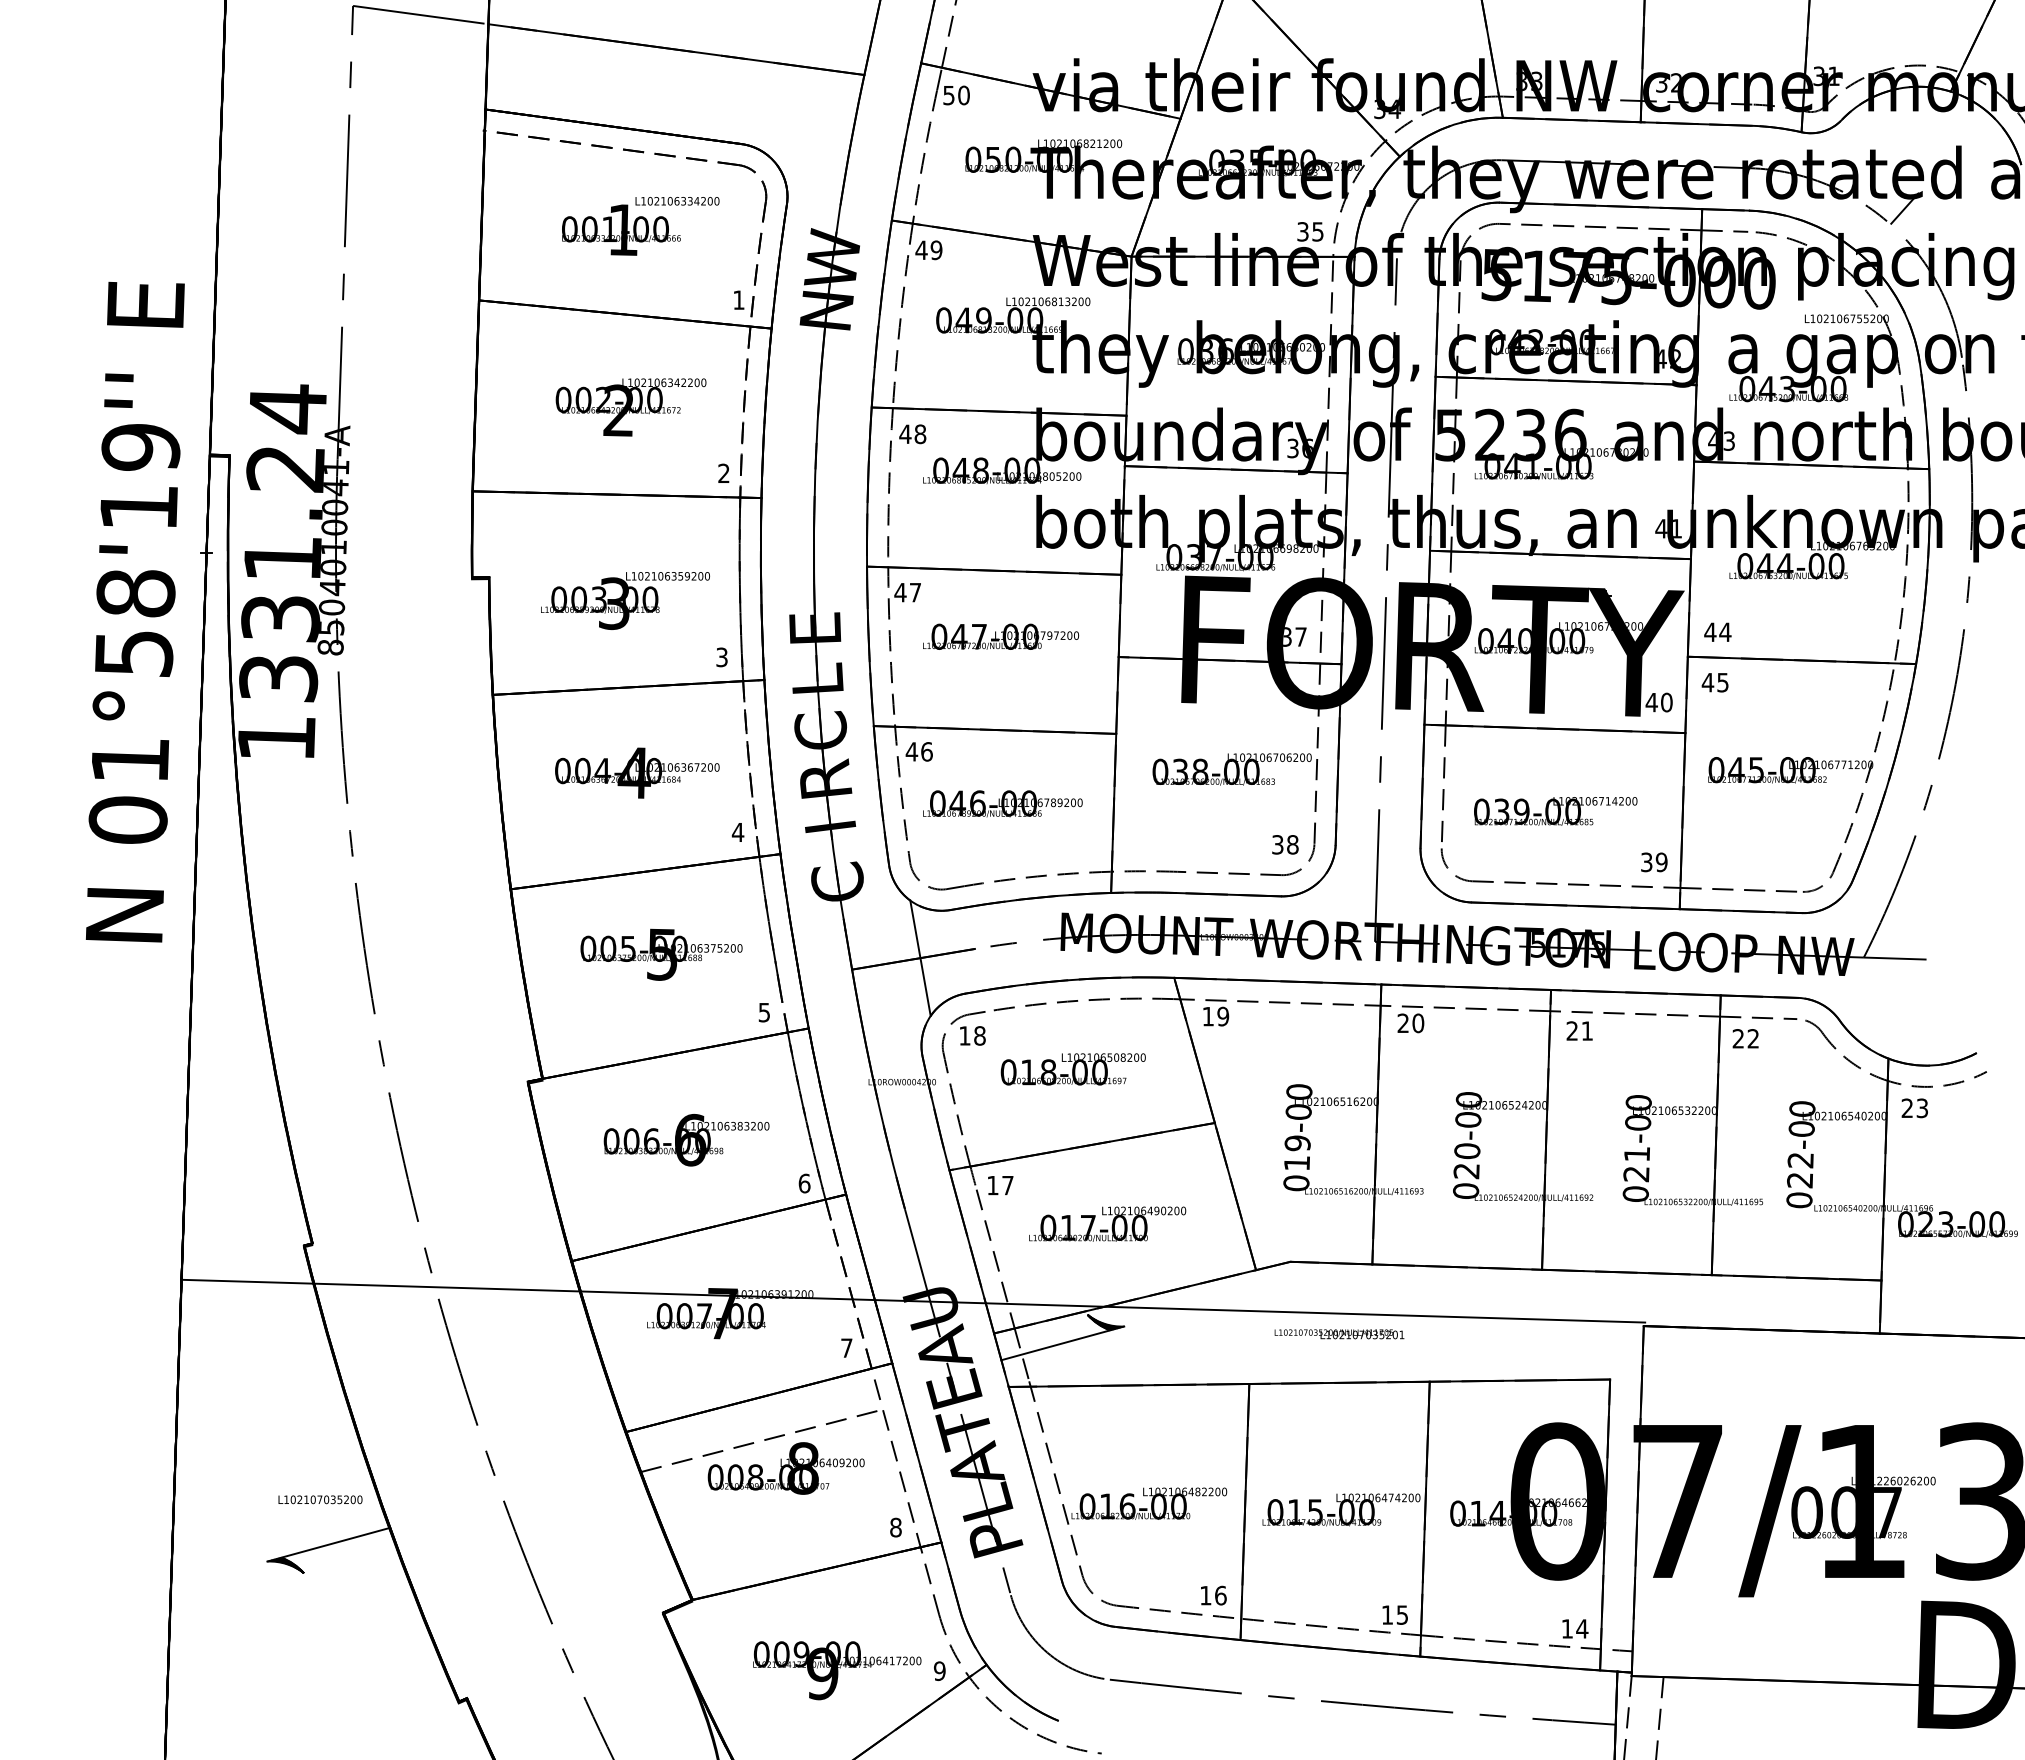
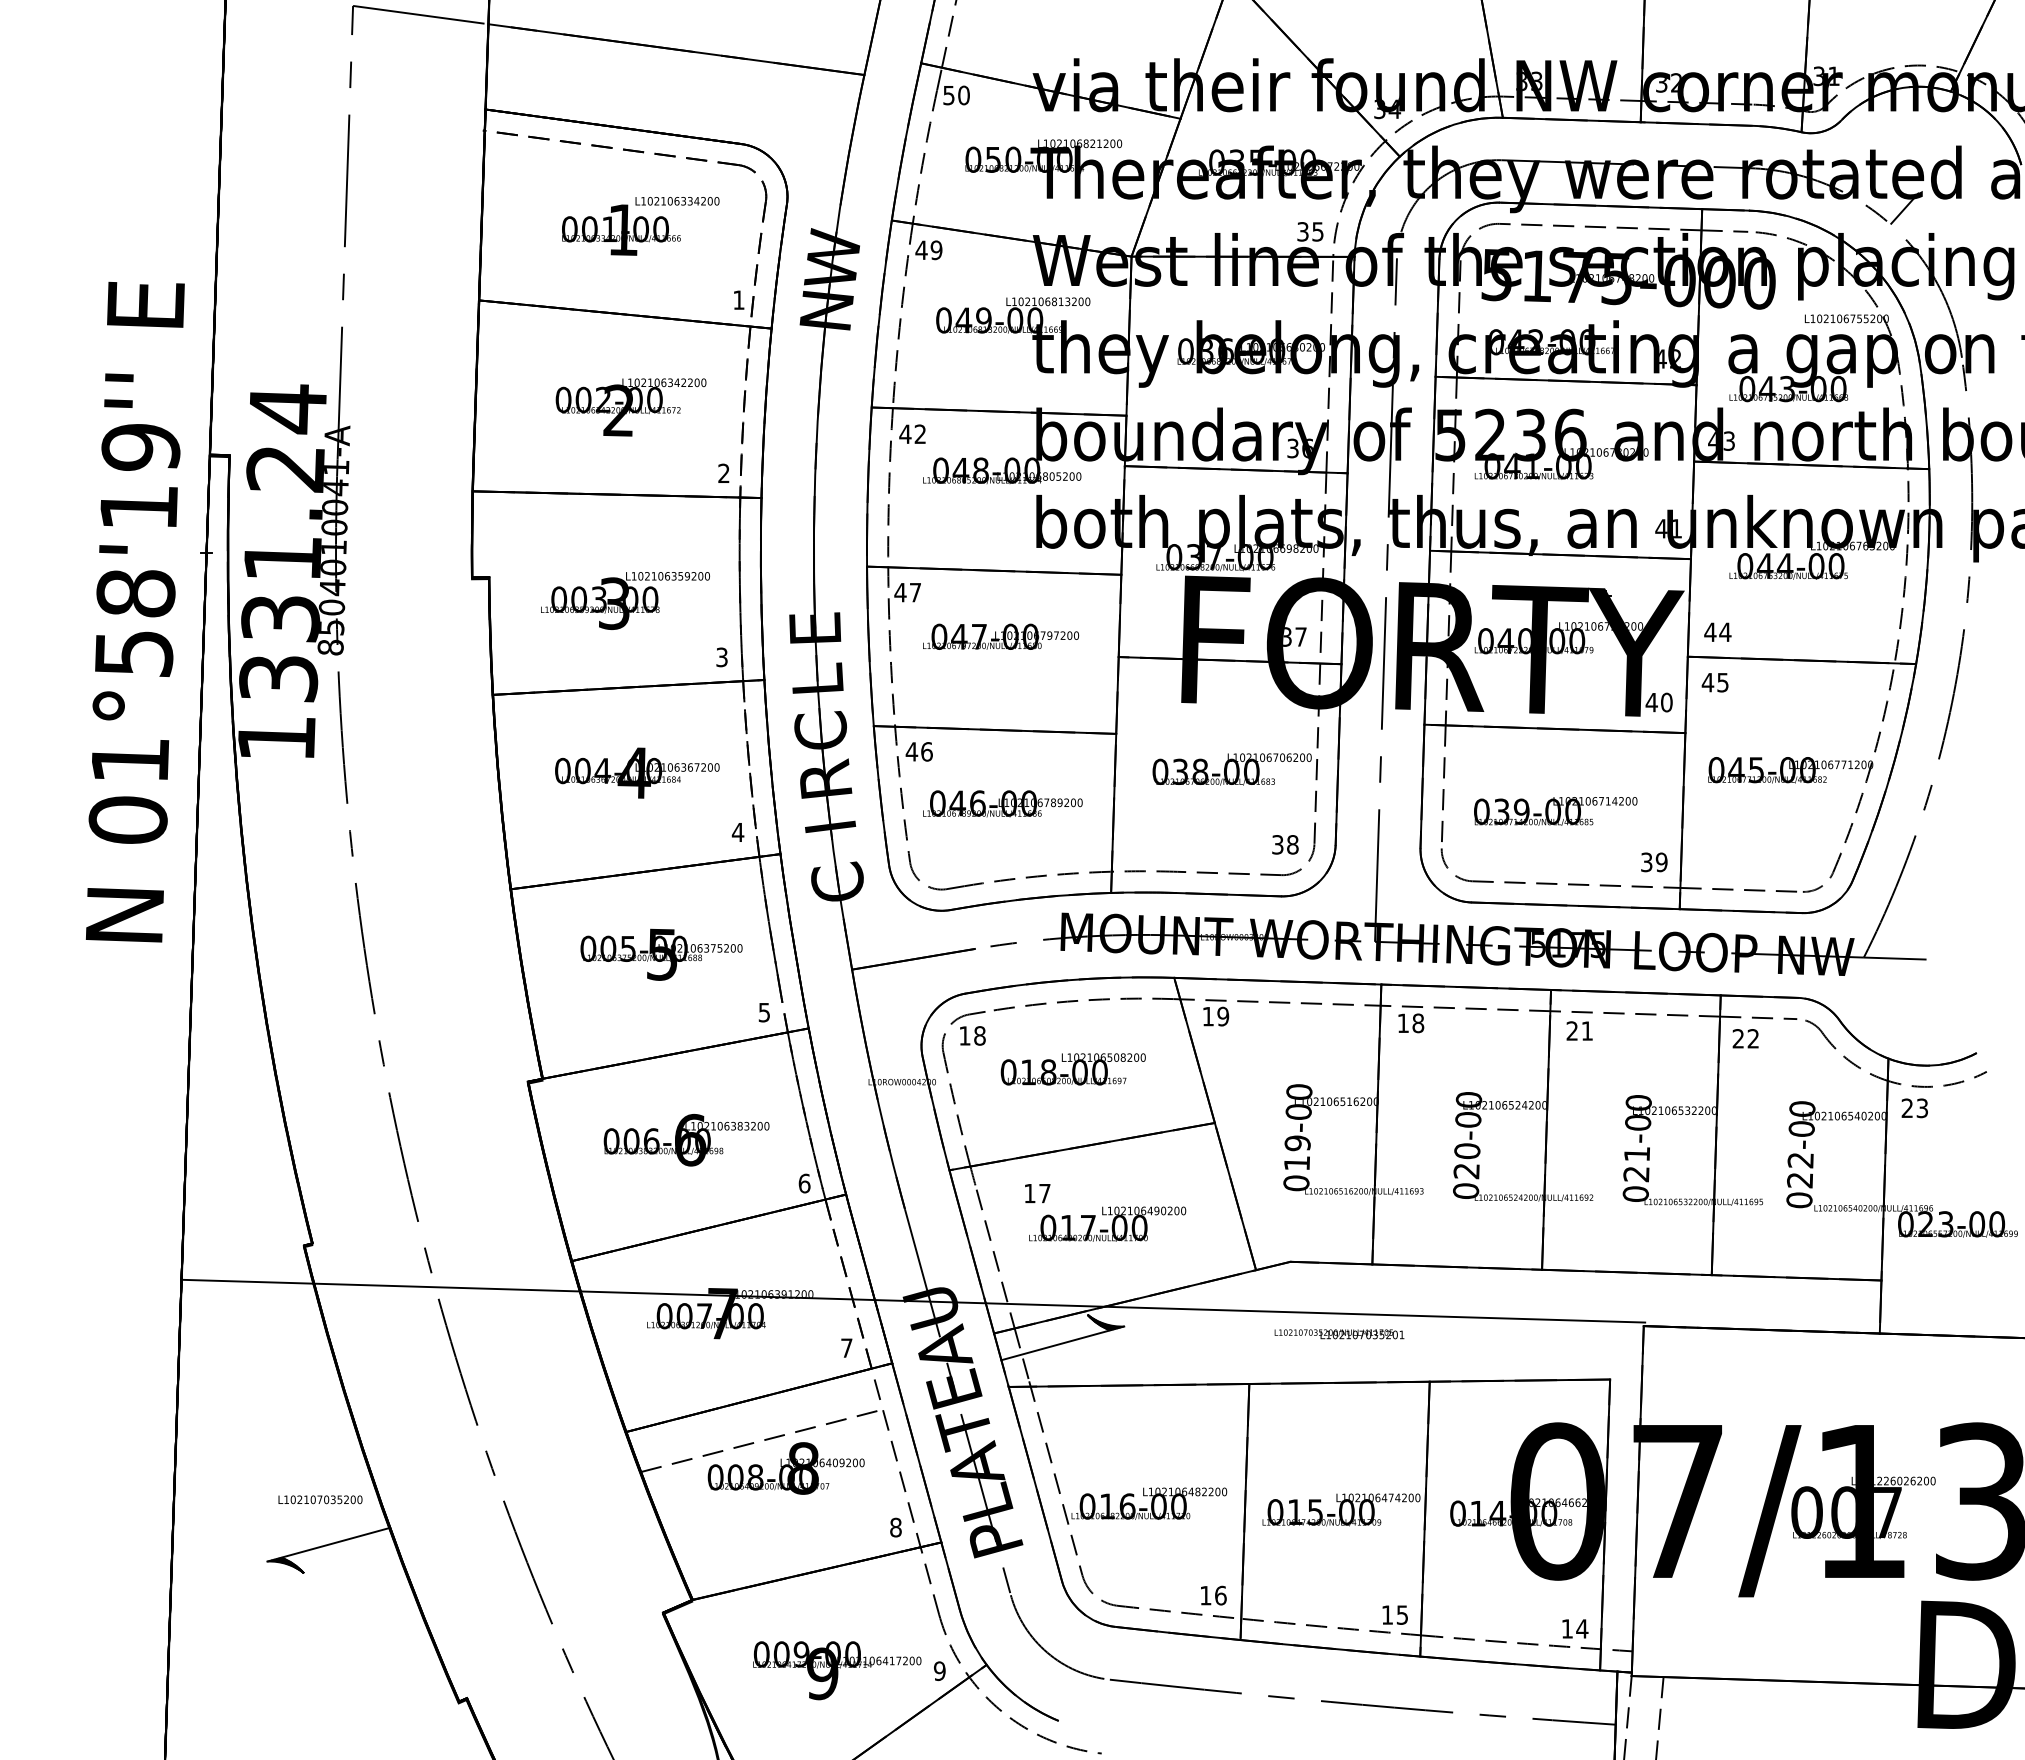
text at (920, 434): 48 -> 42
line at (920, 958): present -> none
text at (1410, 1022): 20 -> 18
text at (1000, 1185) position: (1000, 1185) -> (1037, 1193)
